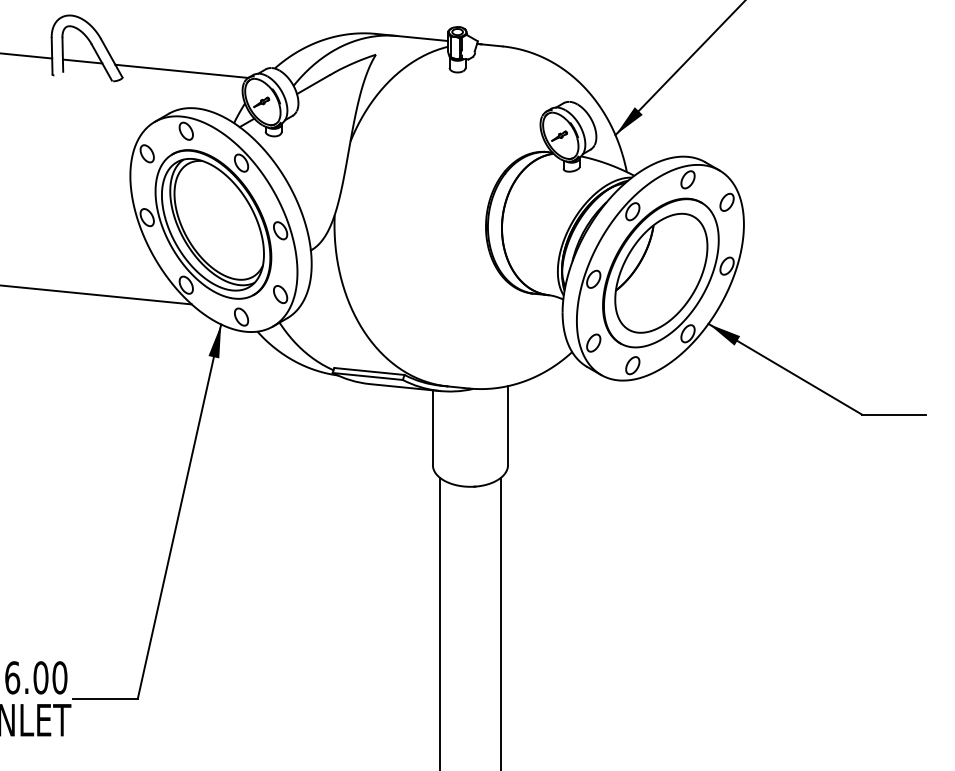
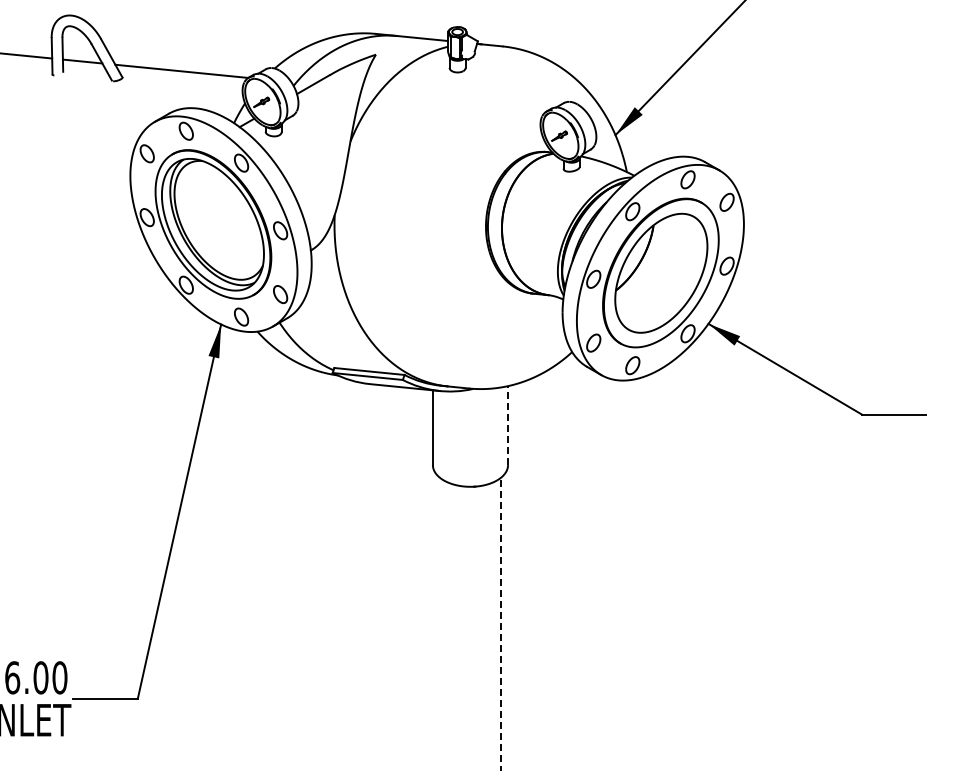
line at (96, 294): present -> none
line at (508, 425): solid -> dashed
line at (439, 622): present -> none
line at (501, 623): solid -> dashed
